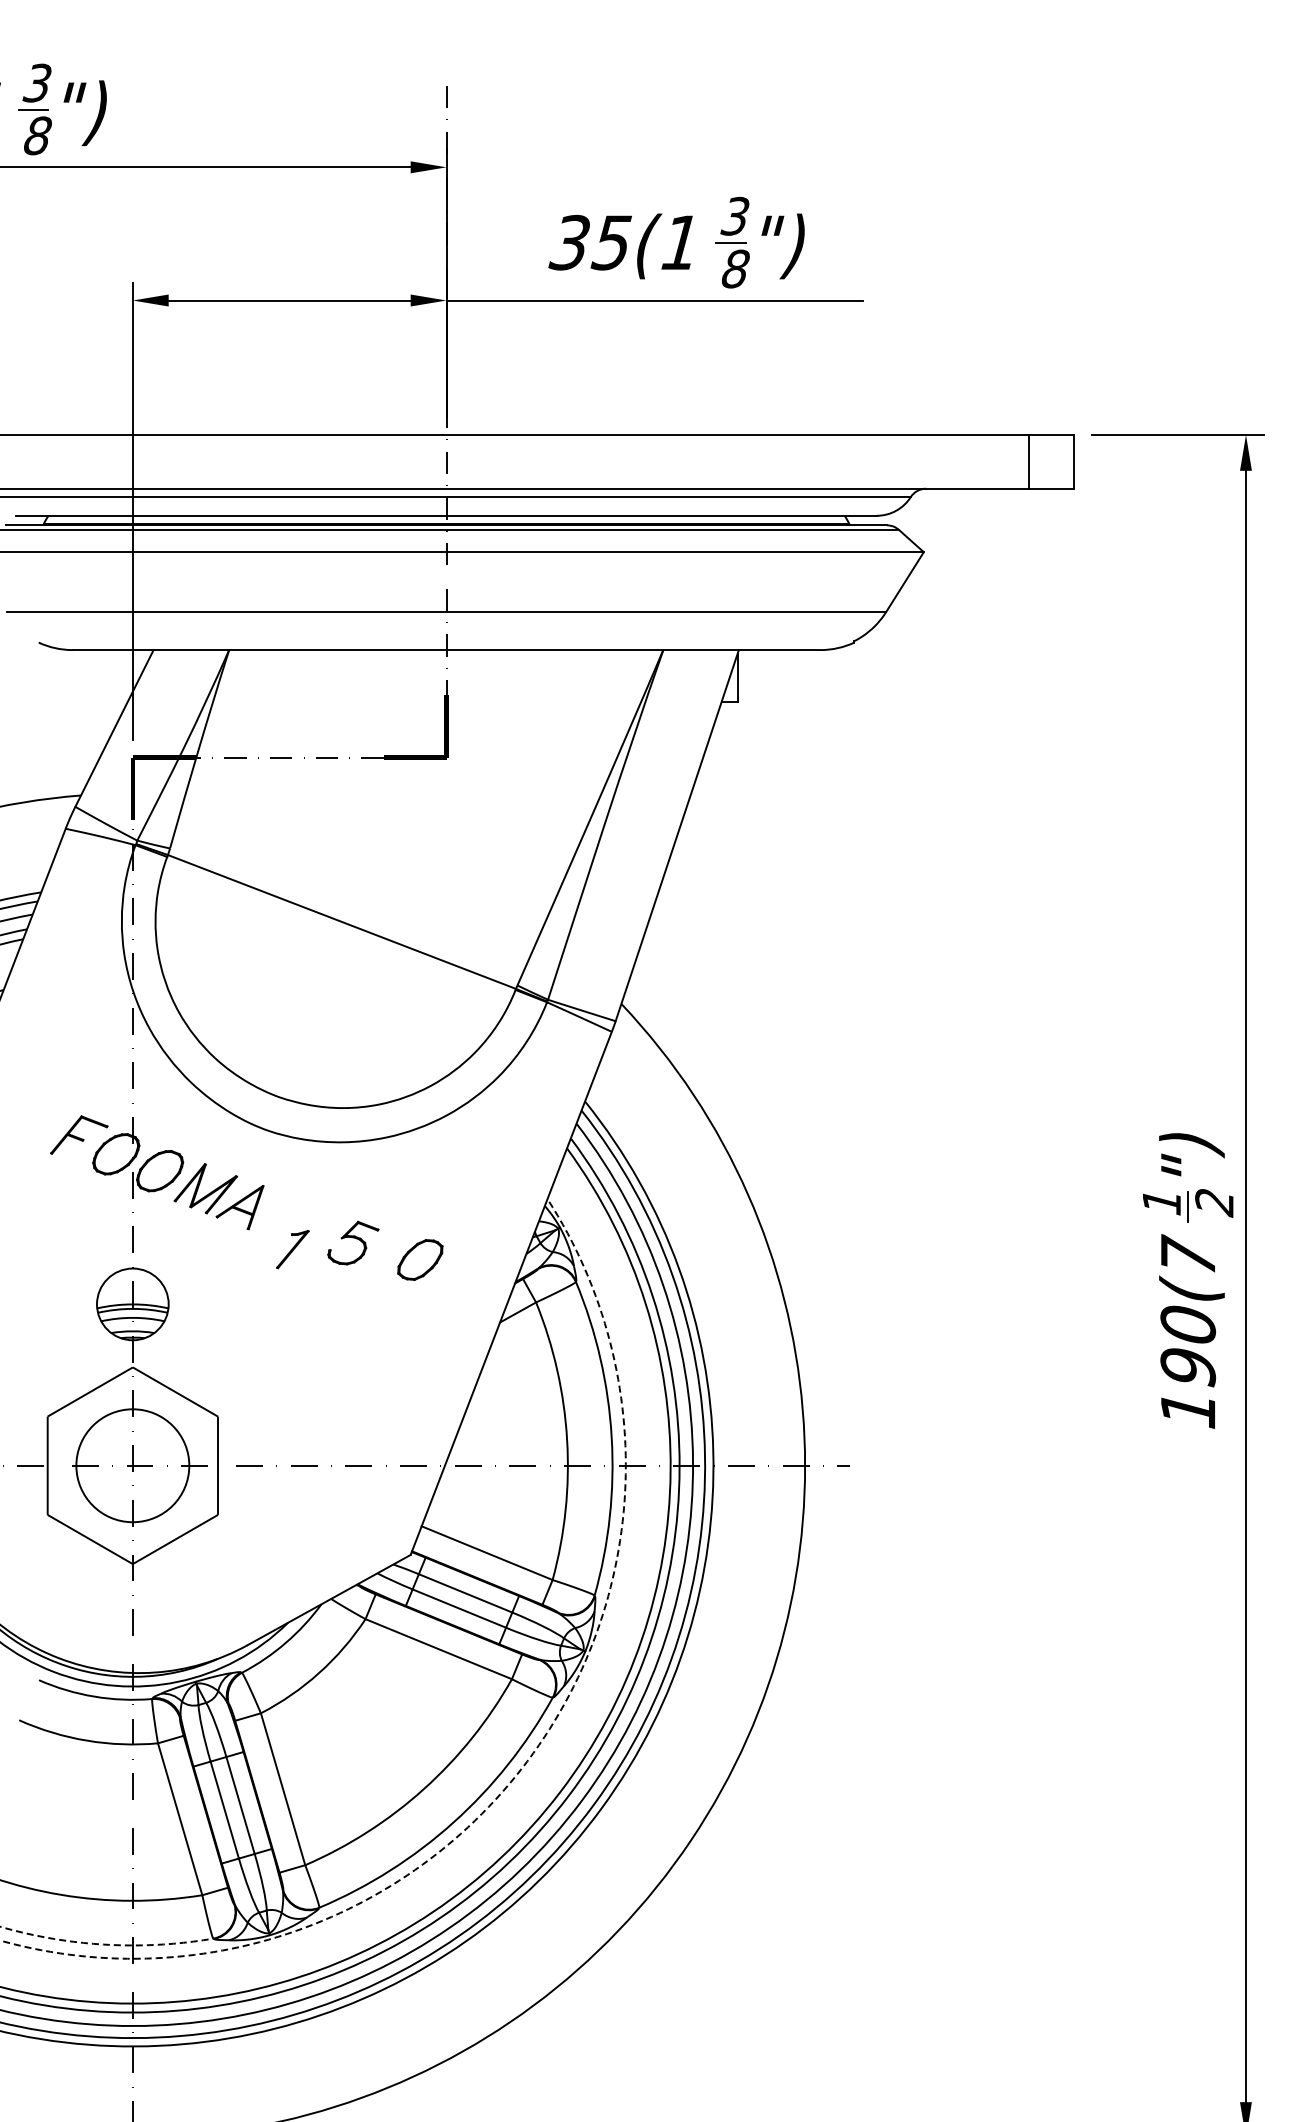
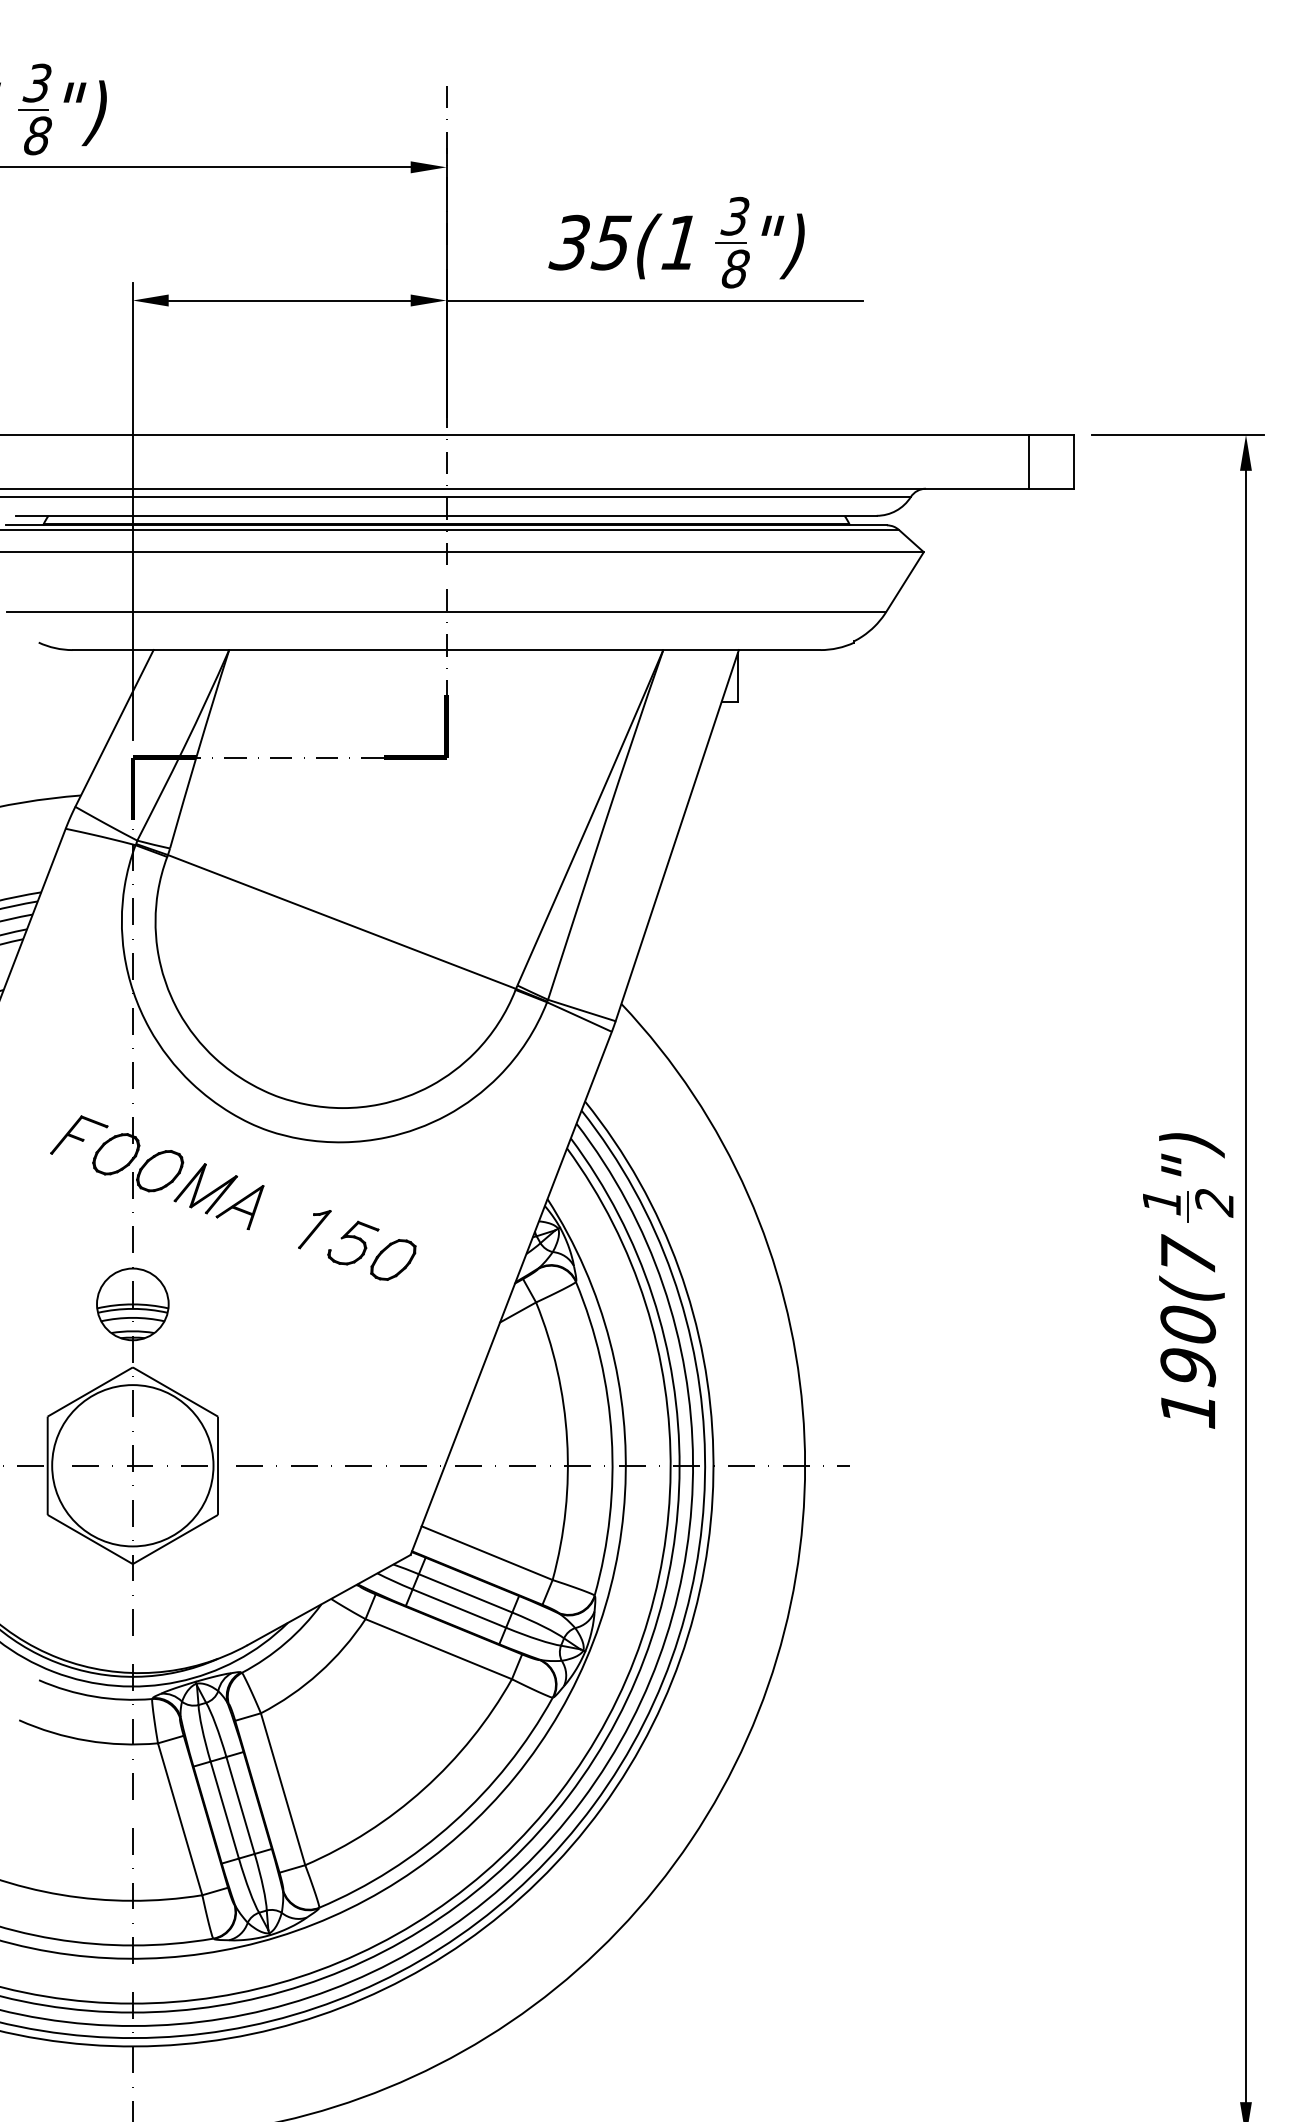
part at (292, 1249) position: (292, 1249) -> (314, 1229)
part at (420, 1259) position: (420, 1259) -> (393, 1259)
circle at (132, 1465) diameter: 113 px -> 161 px
arc at (528, 1760): dashed -> solid
arc at (107, 1944): dashed -> solid
